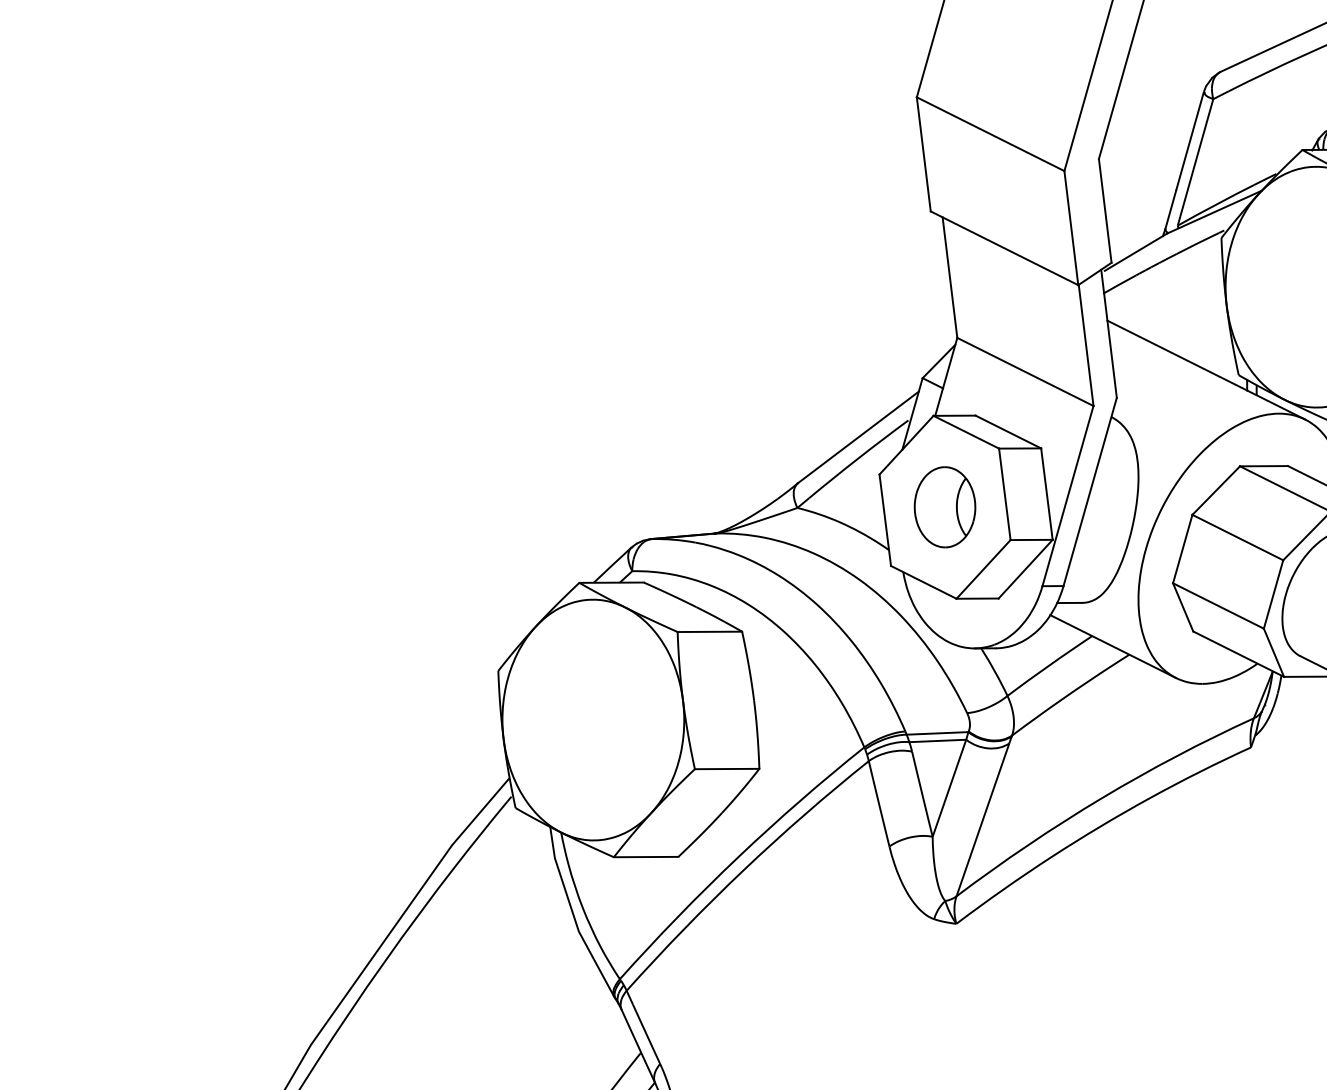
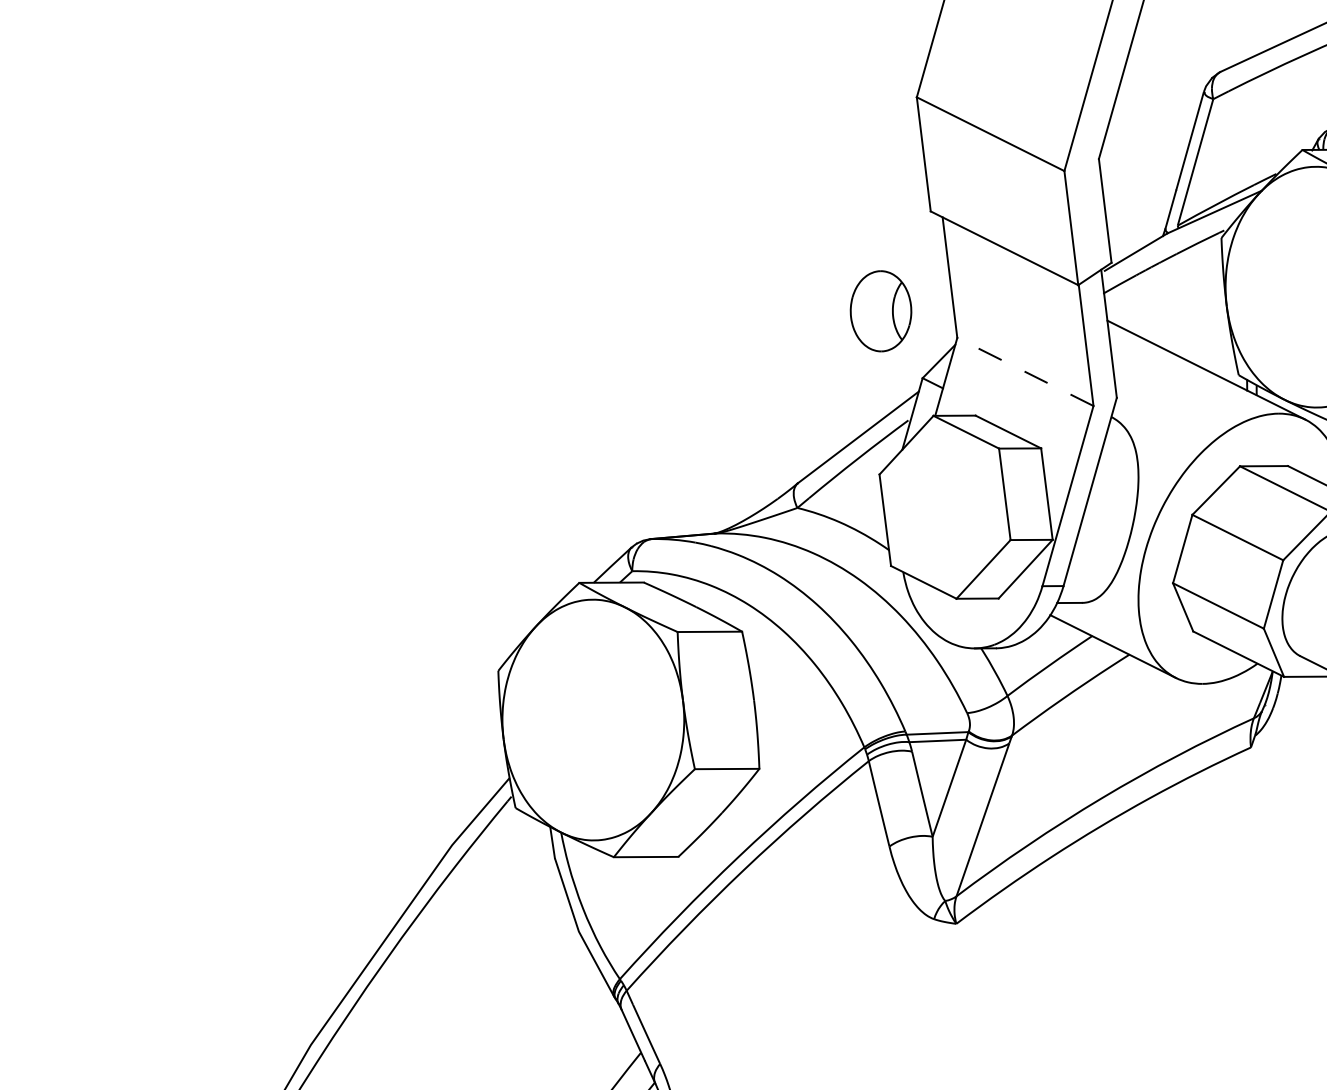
line at (1024, 371): solid -> dashed
part at (944, 507) position: (944, 507) -> (880, 311)
